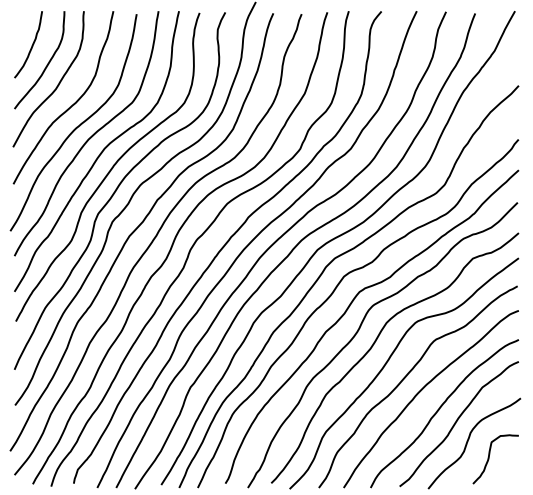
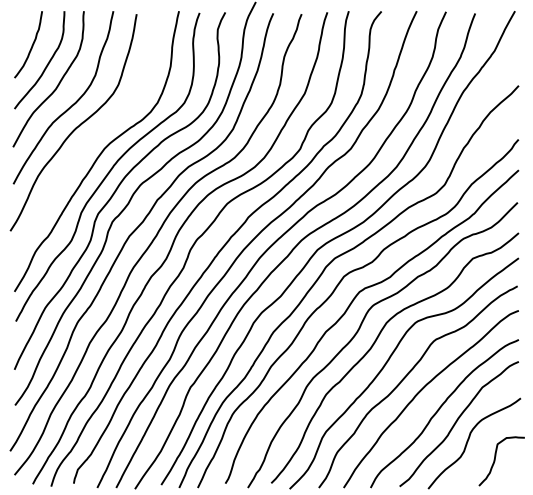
curve at (90, 136): present -> none
curve at (489, 459) position: (489, 459) -> (495, 461)
